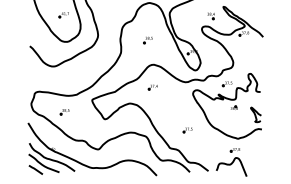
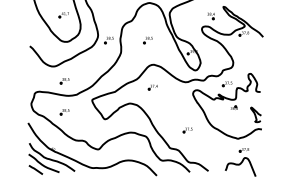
part at (108, 40): none -> present
part at (64, 81): none -> present
part at (231, 162) position: (231, 162) -> (240, 162)
